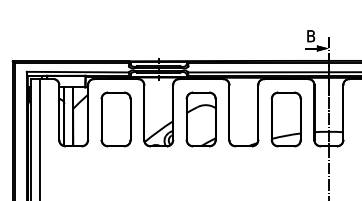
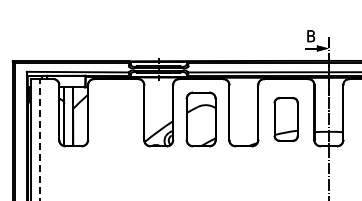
part at (115, 119): present -> none
part at (285, 119) size: 32x57 px -> 26x45 px
line at (40, 139): solid -> dashed
